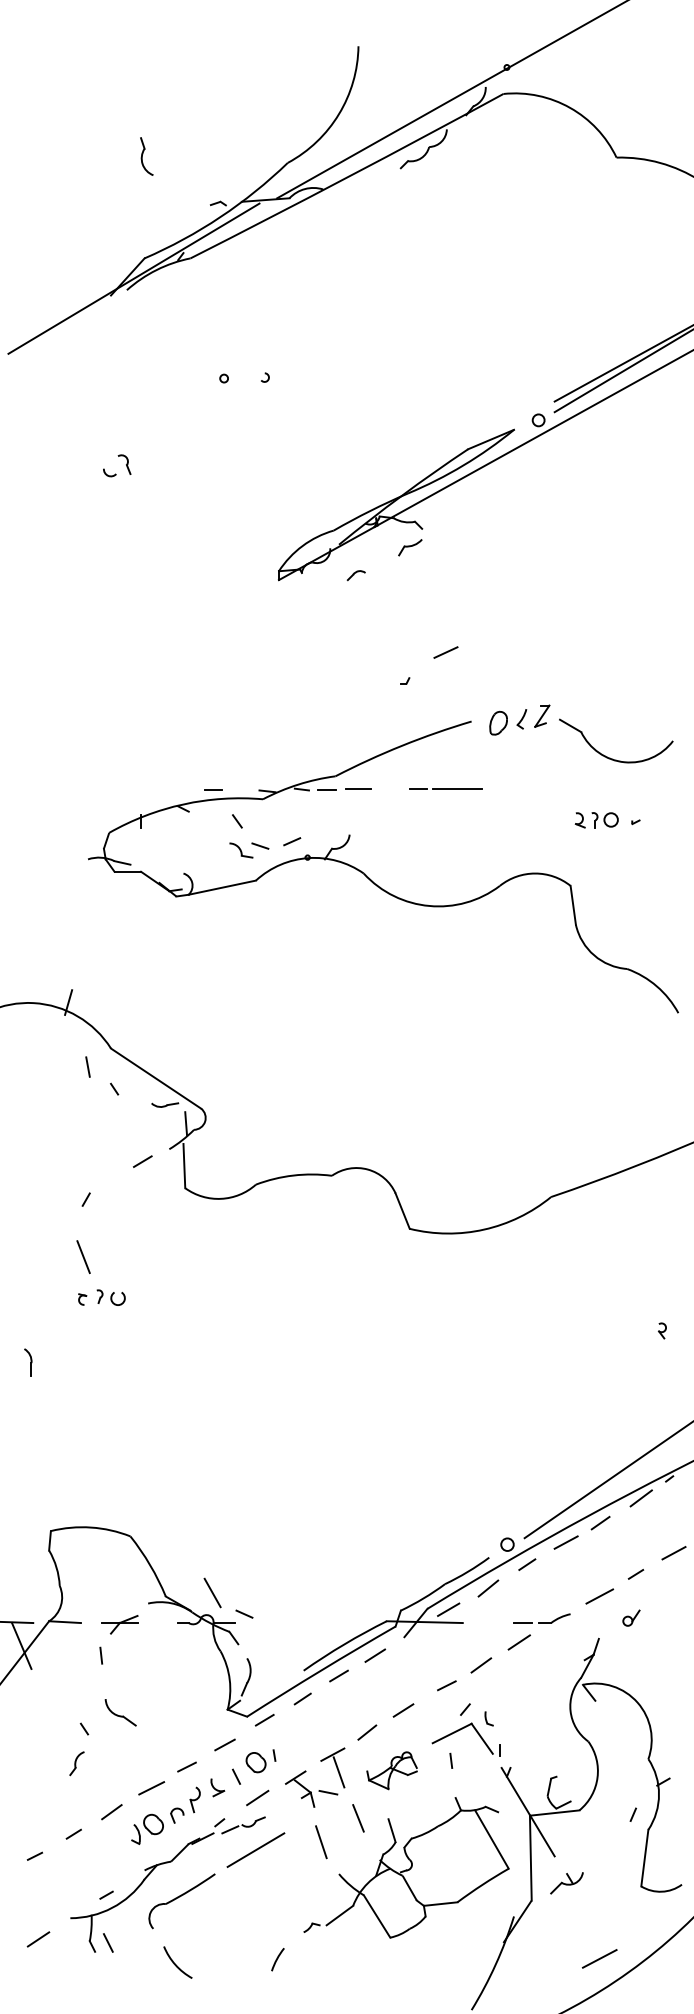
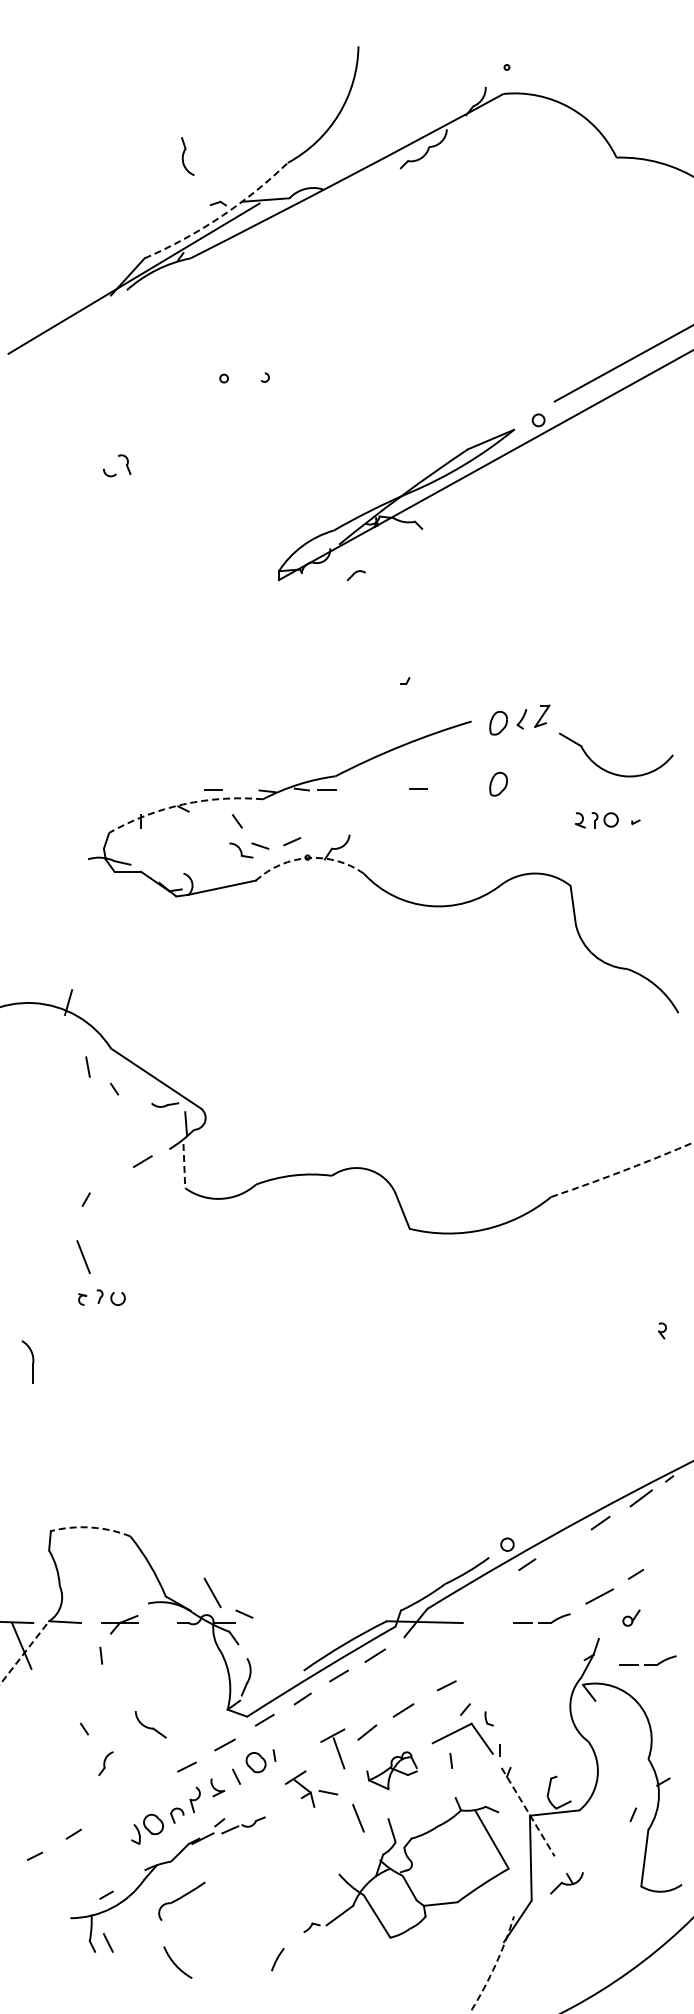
line at (451, 100): present -> none
part at (146, 156) position: (146, 156) -> (187, 156)
arc at (220, 217): solid -> dashed
line at (622, 371): present -> none
part at (410, 547): present -> none
line at (445, 652): present -> none
part at (610, 757) position: (610, 757) -> (610, 771)
part at (498, 783): none -> present
line at (358, 788): present -> none
line at (457, 788): present -> none
arc at (183, 804): solid -> dashed
arc at (308, 858): solid -> dashed
line at (184, 1166): solid -> dashed
arc at (623, 1170): solid -> dashed
part at (28, 1362) size: 9x29 px -> 14x44 px
line at (607, 1480): present -> none
arc at (91, 1527): solid -> dashed
line at (565, 1542): present -> none
line at (673, 1553): present -> none
line at (488, 1588): present -> none
line at (448, 1609): present -> none
line at (518, 1642): present -> none
line at (24, 1652): solid -> dashed
part at (647, 1660): none -> present
line at (481, 1665): present -> none
part at (120, 1712) position: (120, 1712) -> (150, 1724)
part at (76, 1763) position: (76, 1763) -> (105, 1763)
part at (332, 1767) position: (332, 1767) -> (332, 1748)
line at (151, 1788): present -> none
line at (257, 1797): present -> none
line at (111, 1812): present -> none
line at (528, 1812): solid -> dashed
line at (321, 1842): present -> none
line at (255, 1849): present -> none
part at (181, 1901) size: 68x57 px -> 48x40 px
line at (38, 1939): present -> none
line at (599, 1958): present -> none
arc at (495, 1964): solid -> dashed
